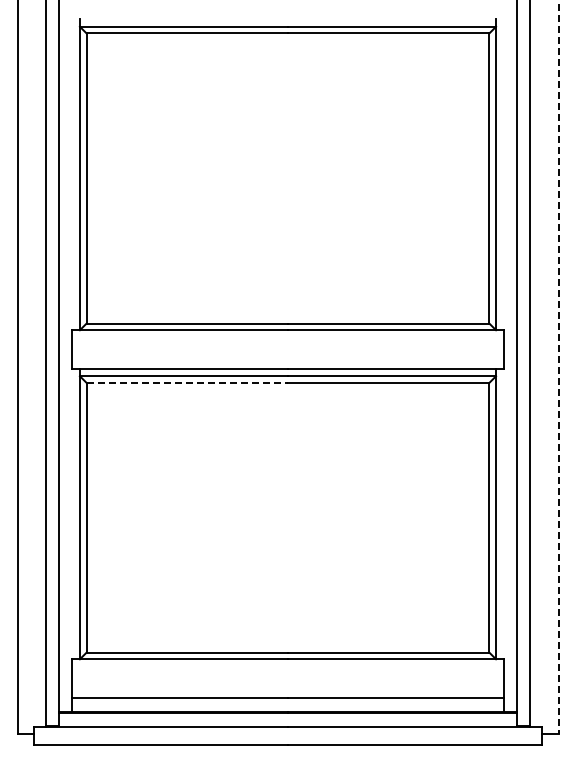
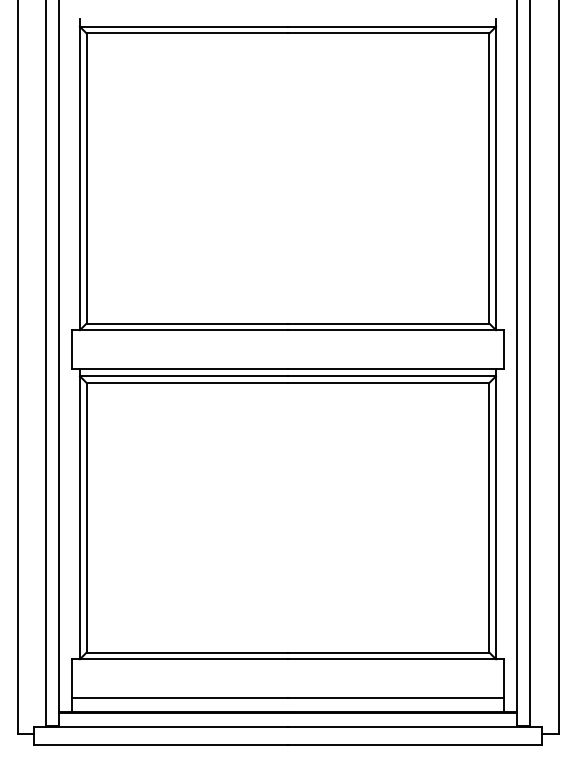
line at (558, 367): dashed -> solid
line at (187, 382): dashed -> solid
